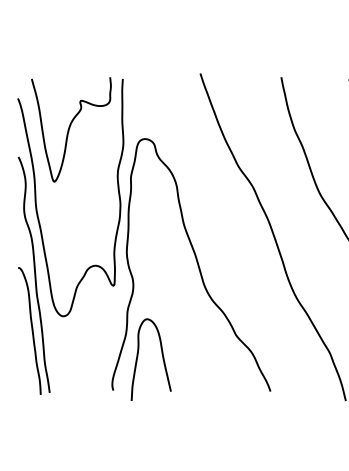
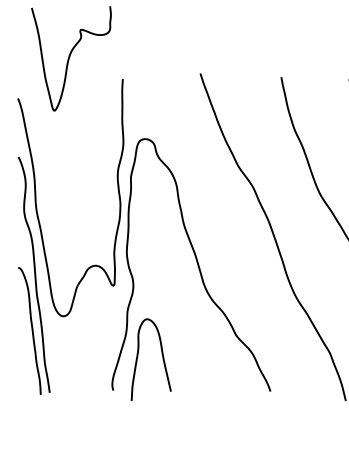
curve at (70, 128) position: (70, 128) -> (70, 57)
